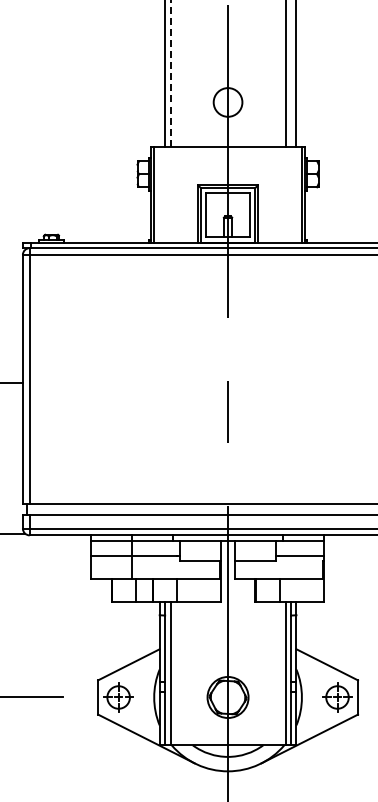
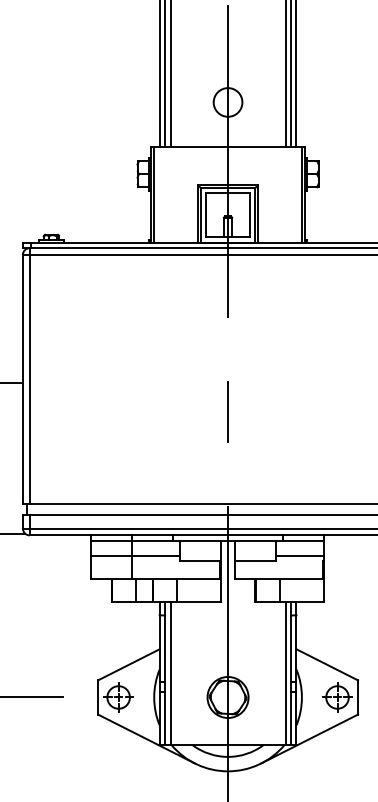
line at (170, 73): dashed -> solid
line at (159, 74): none -> present
line at (291, 74): none -> present
